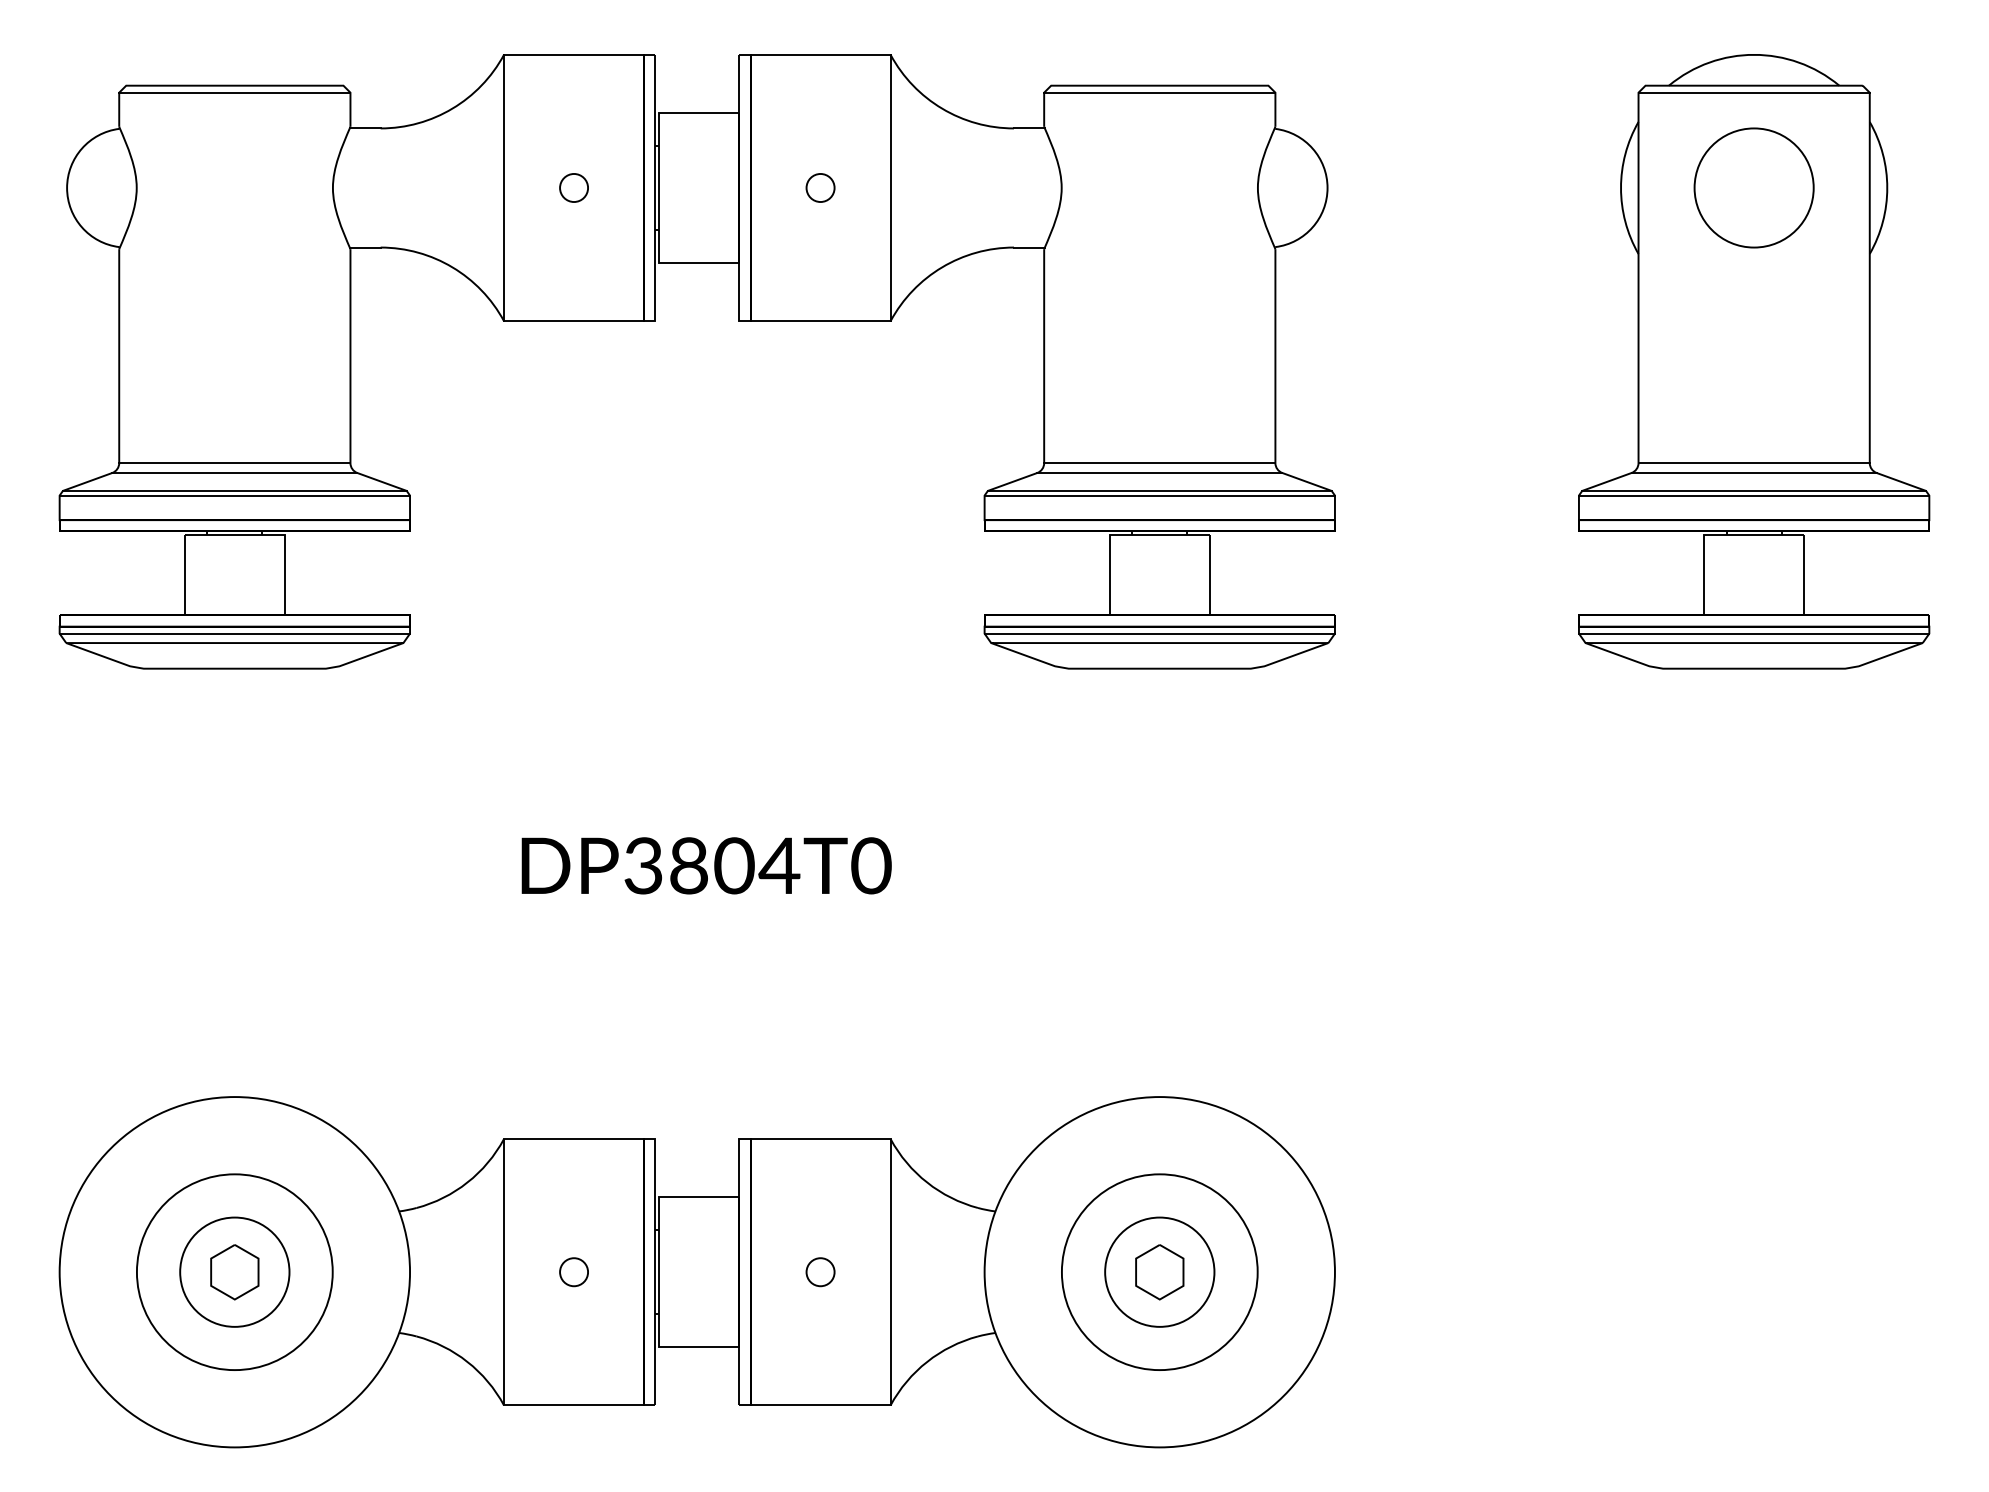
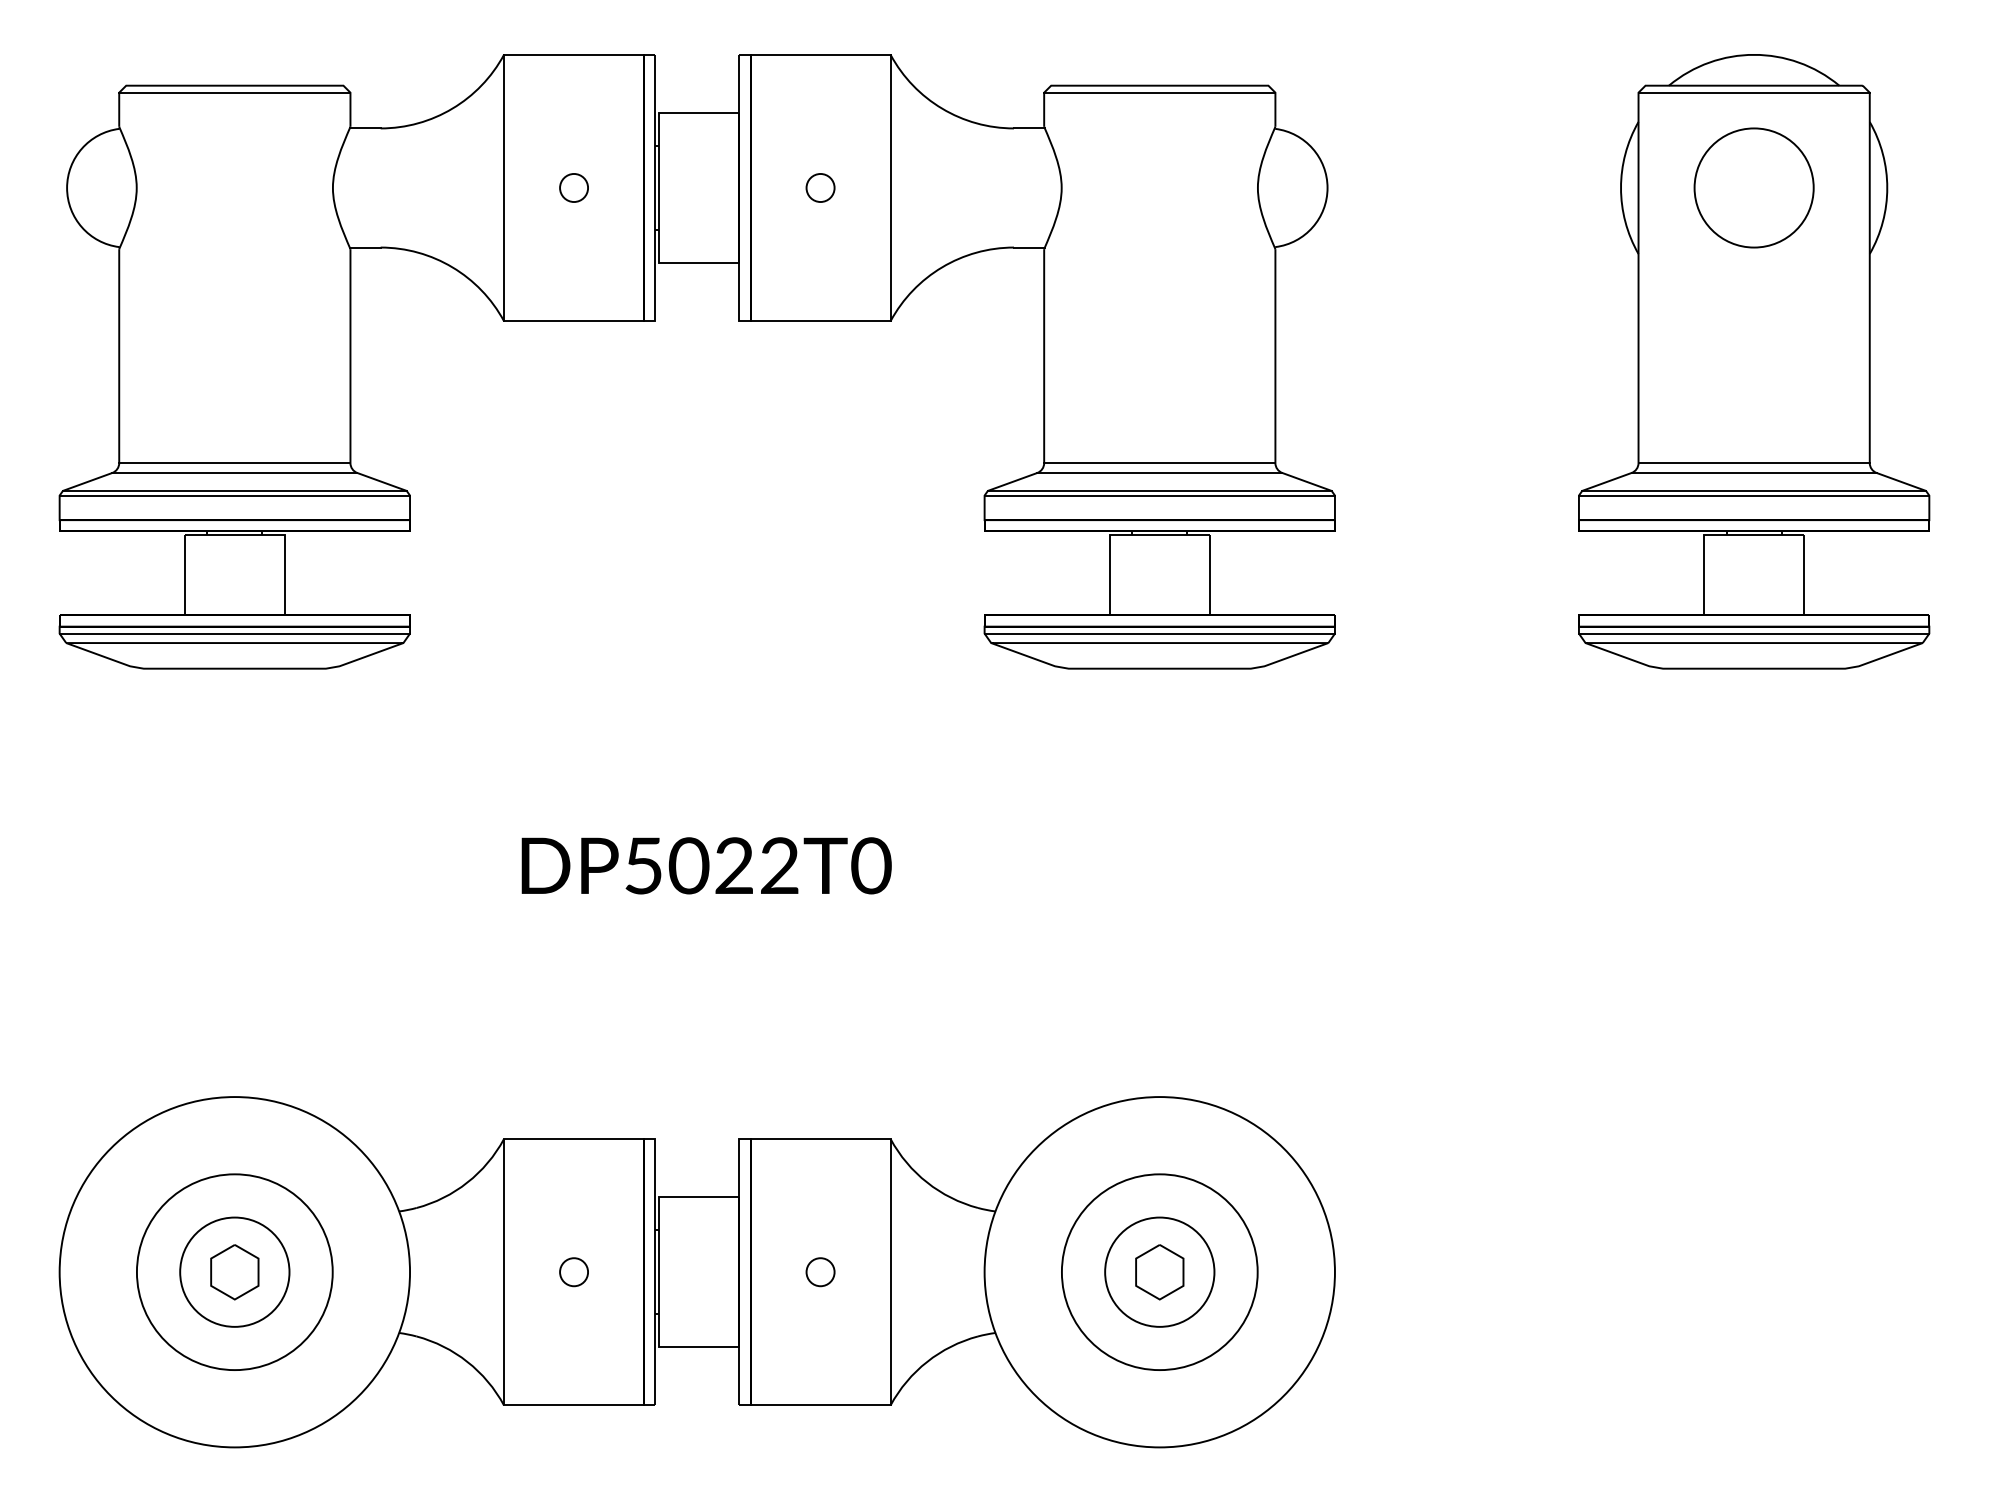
text at (712, 865): DP3804T0 -> DP5022T0
